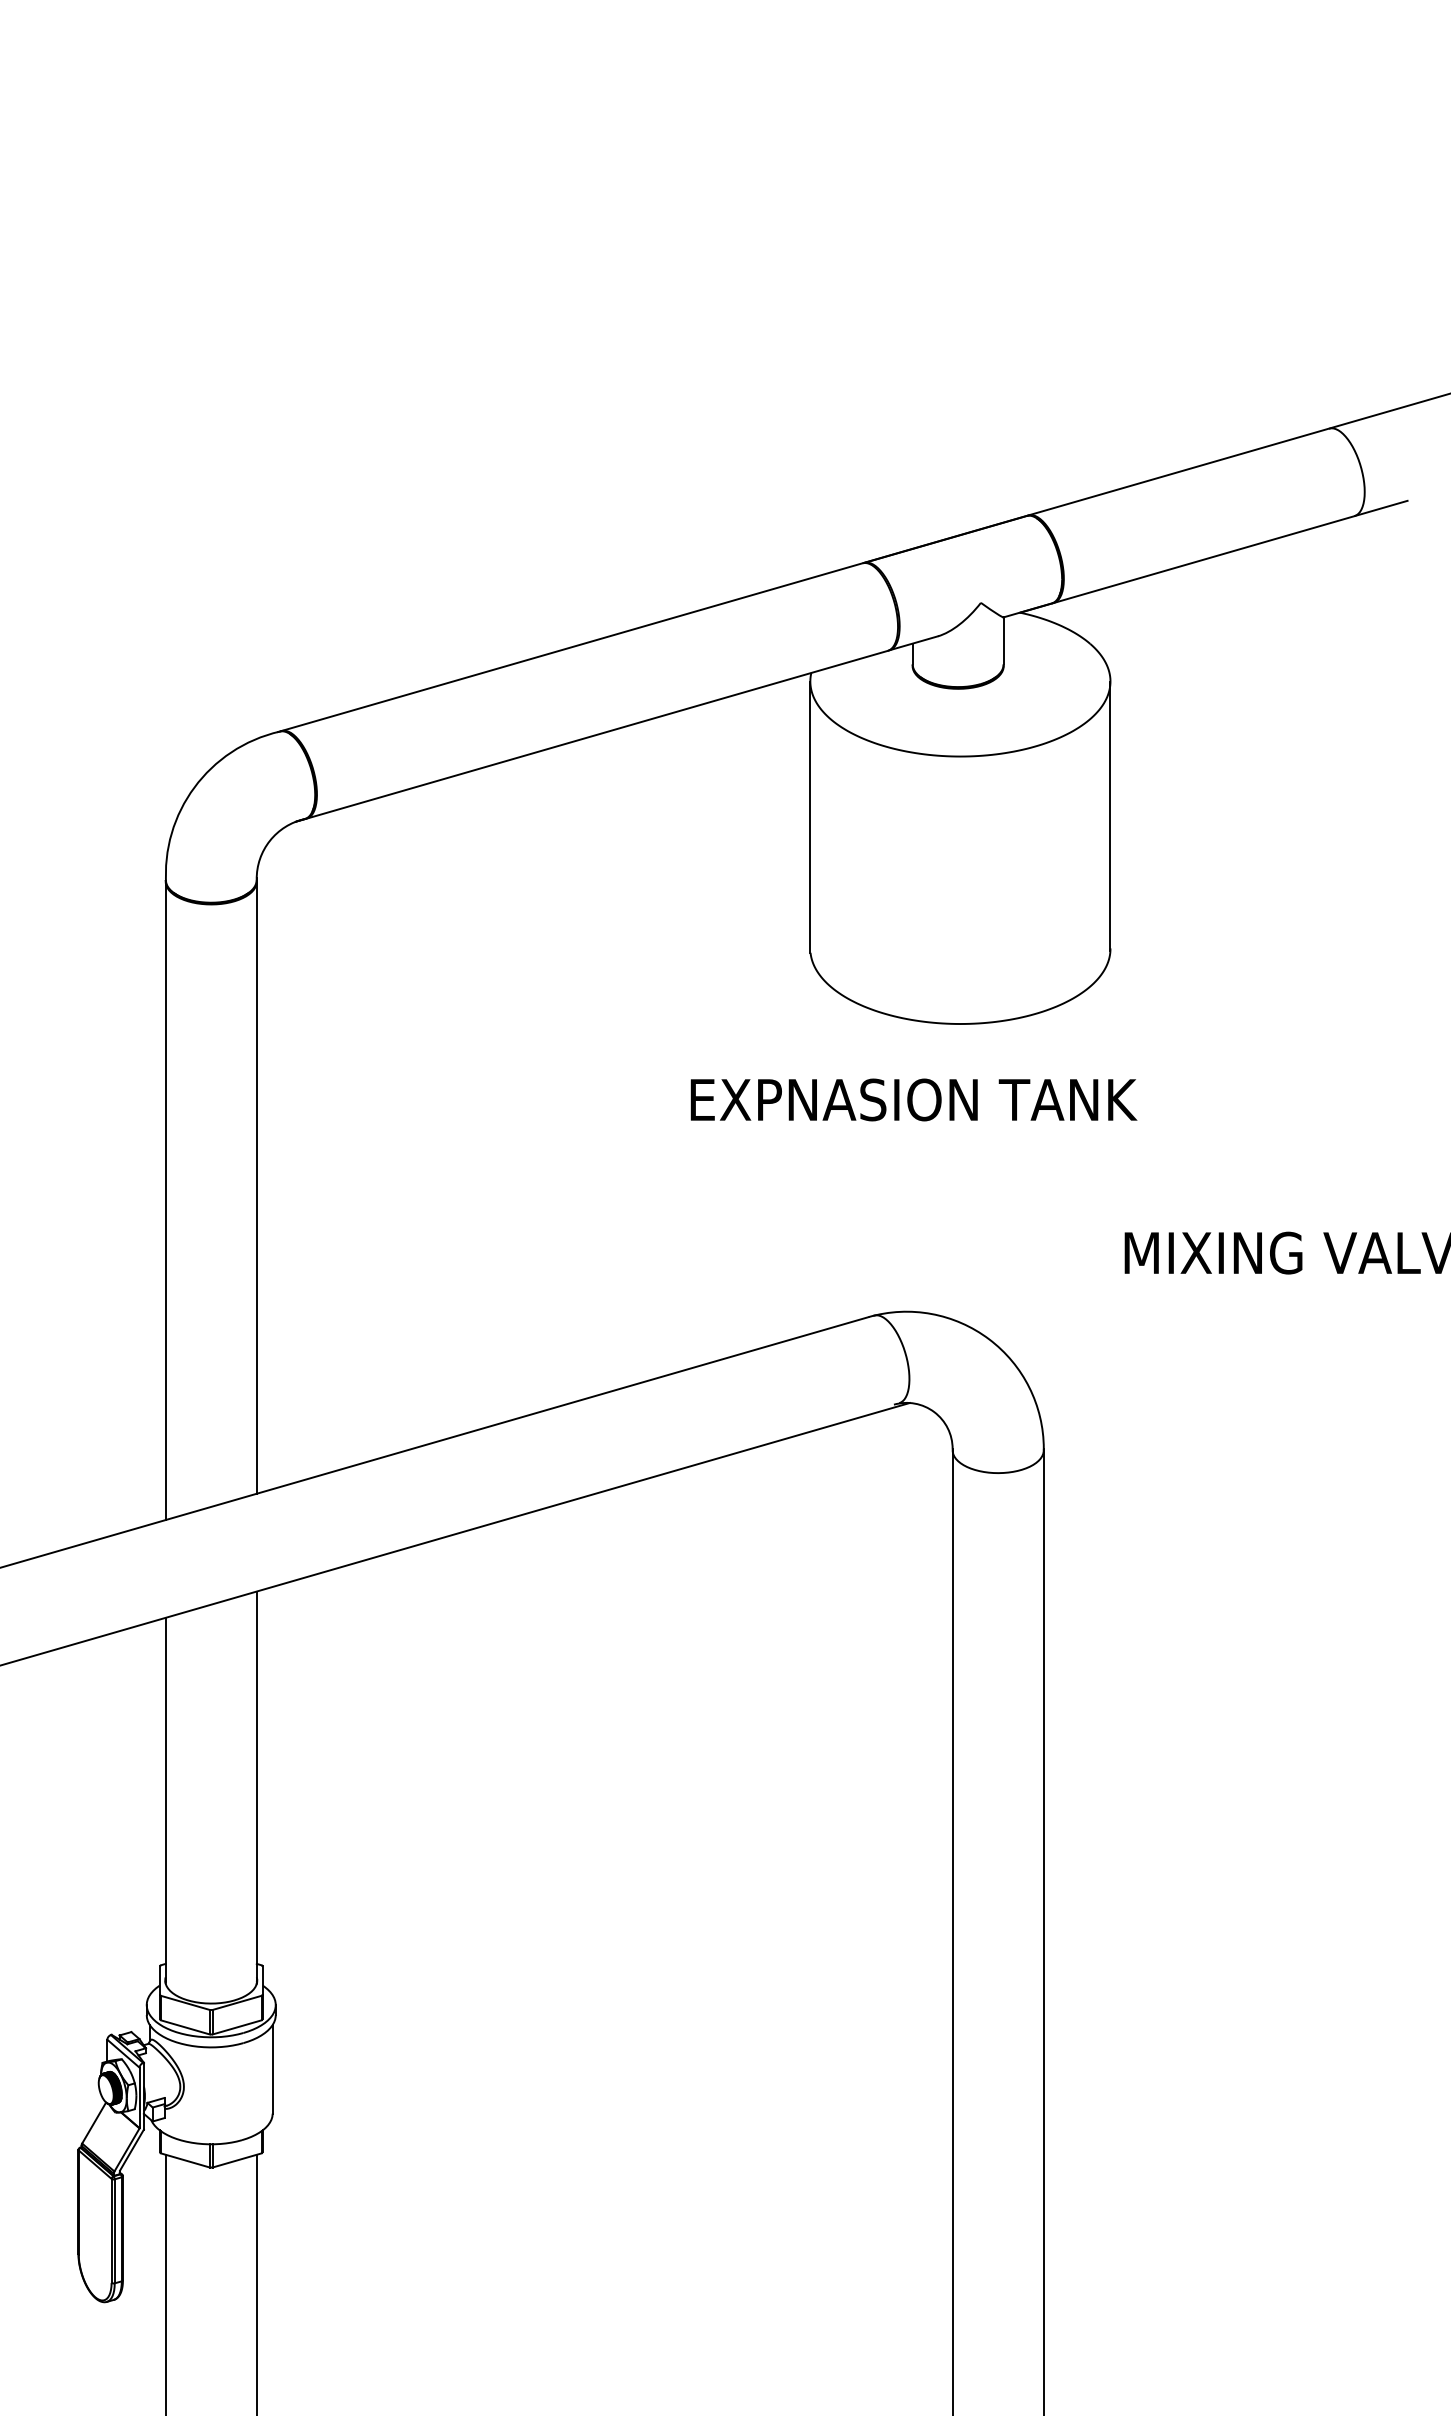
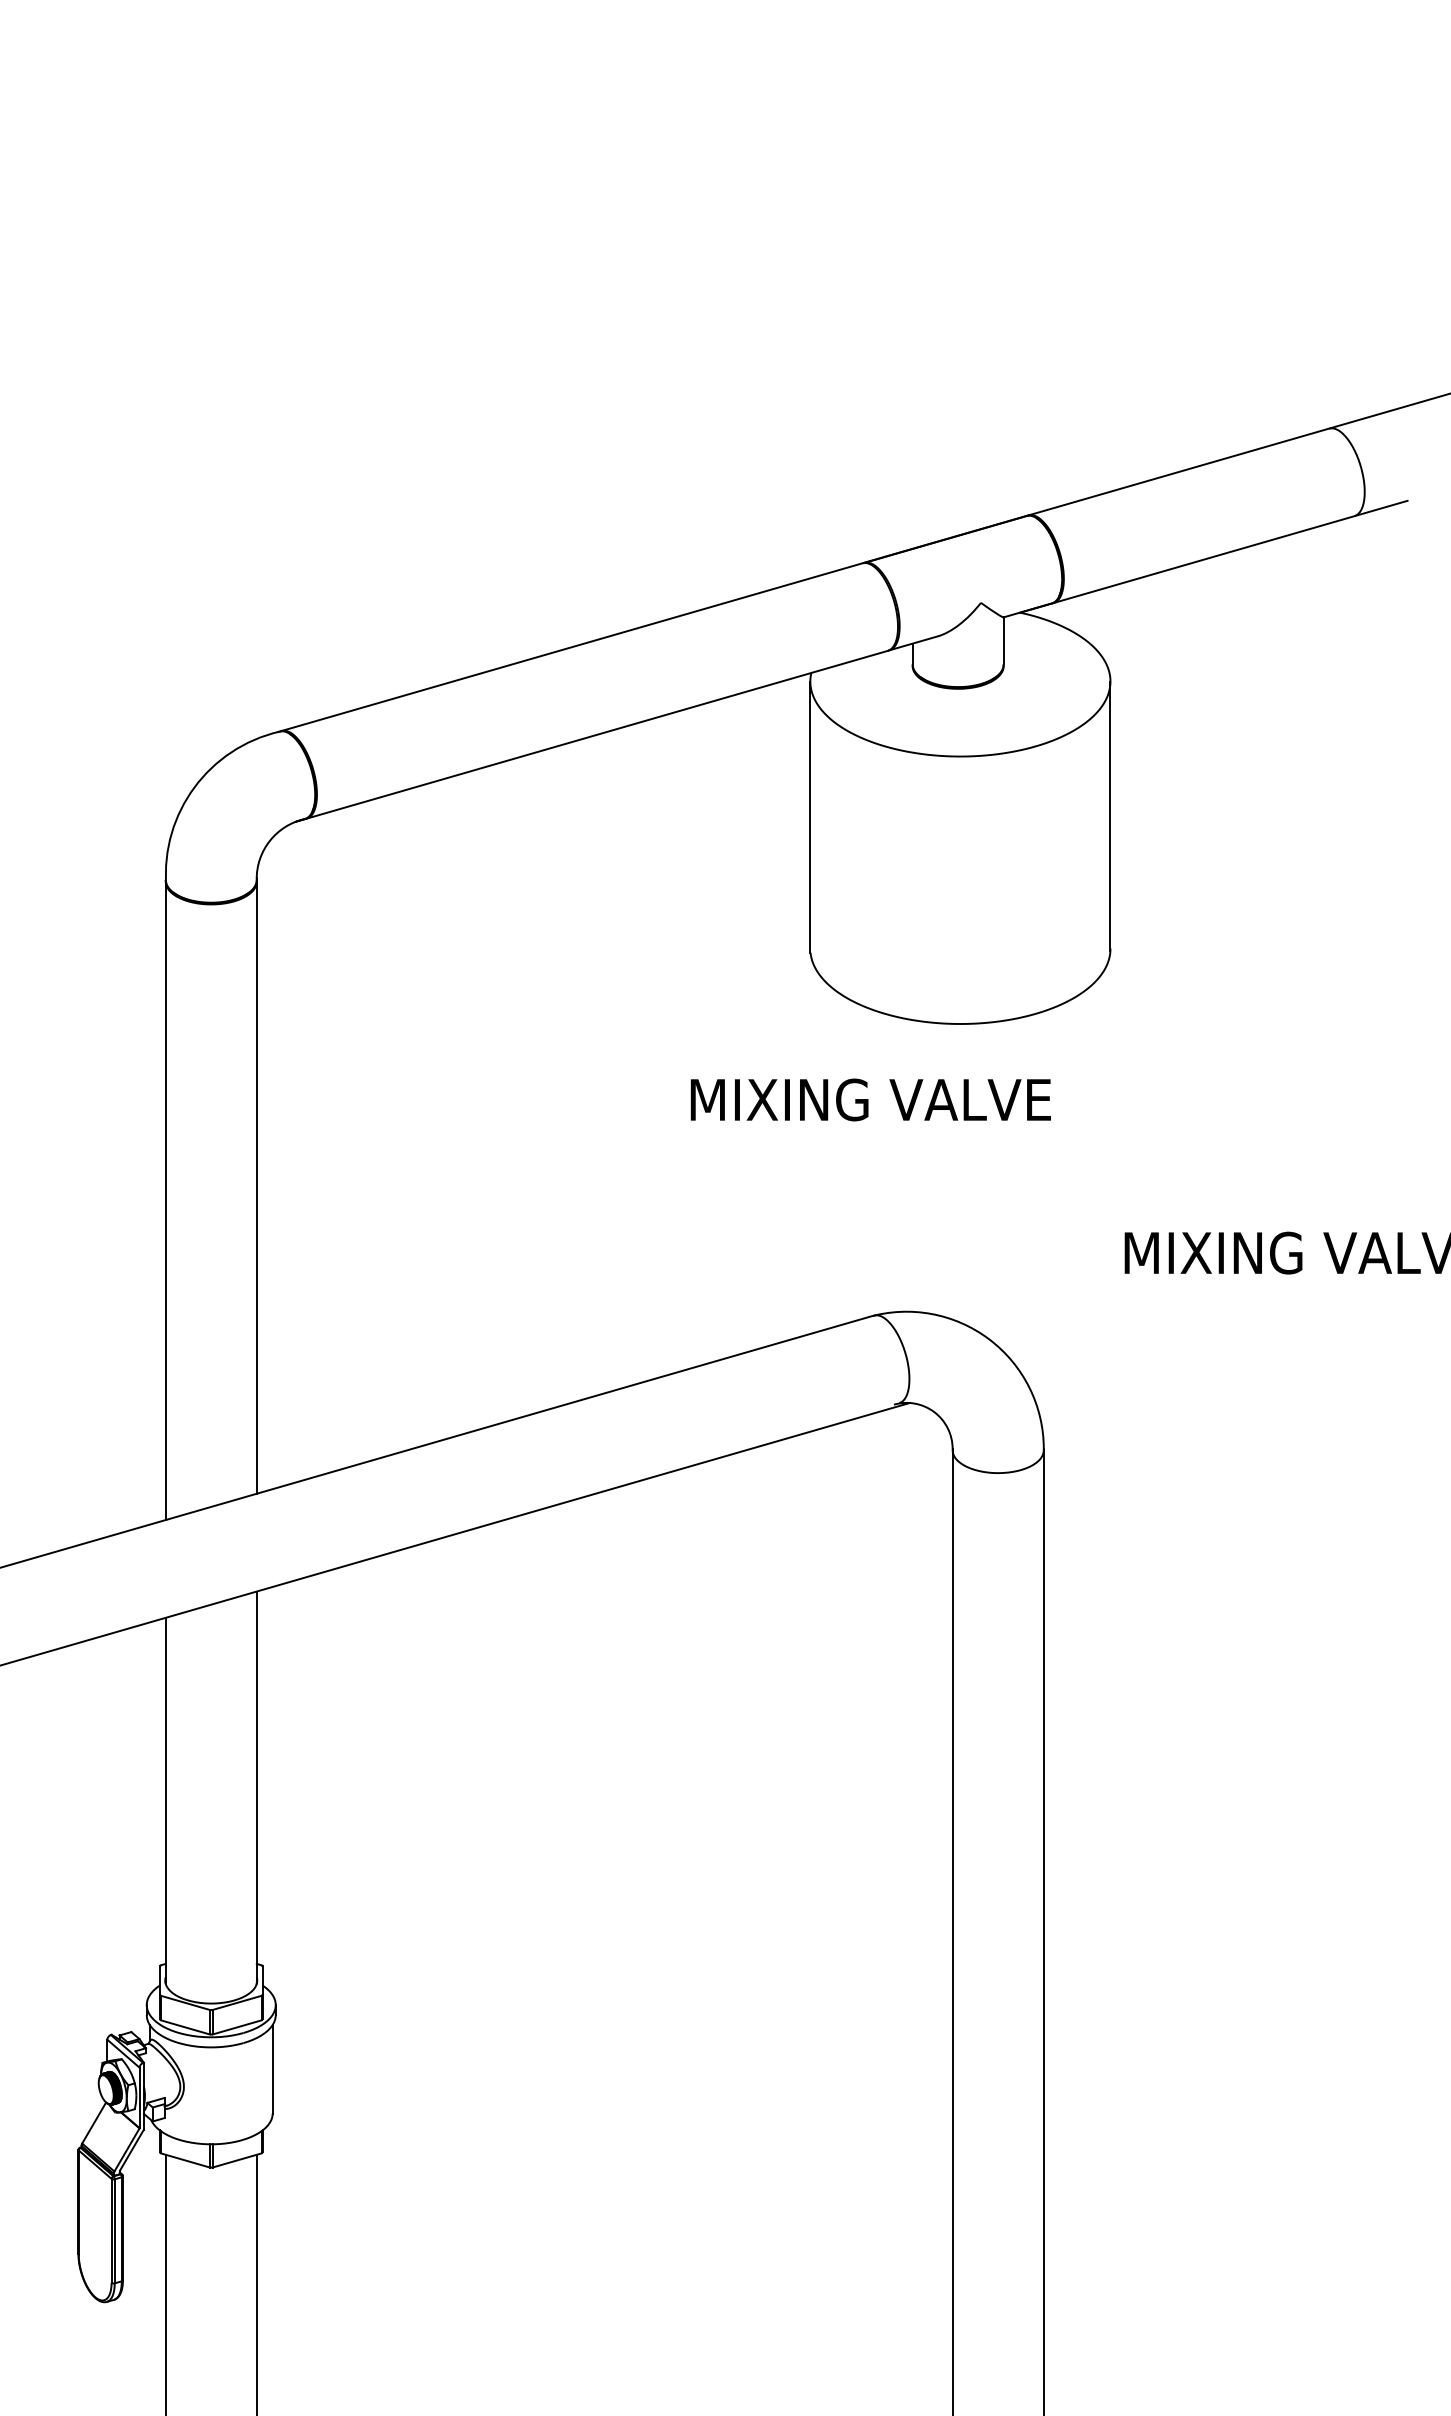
text at (916, 1099): EXPNASION TANK -> MIXING VALVE
